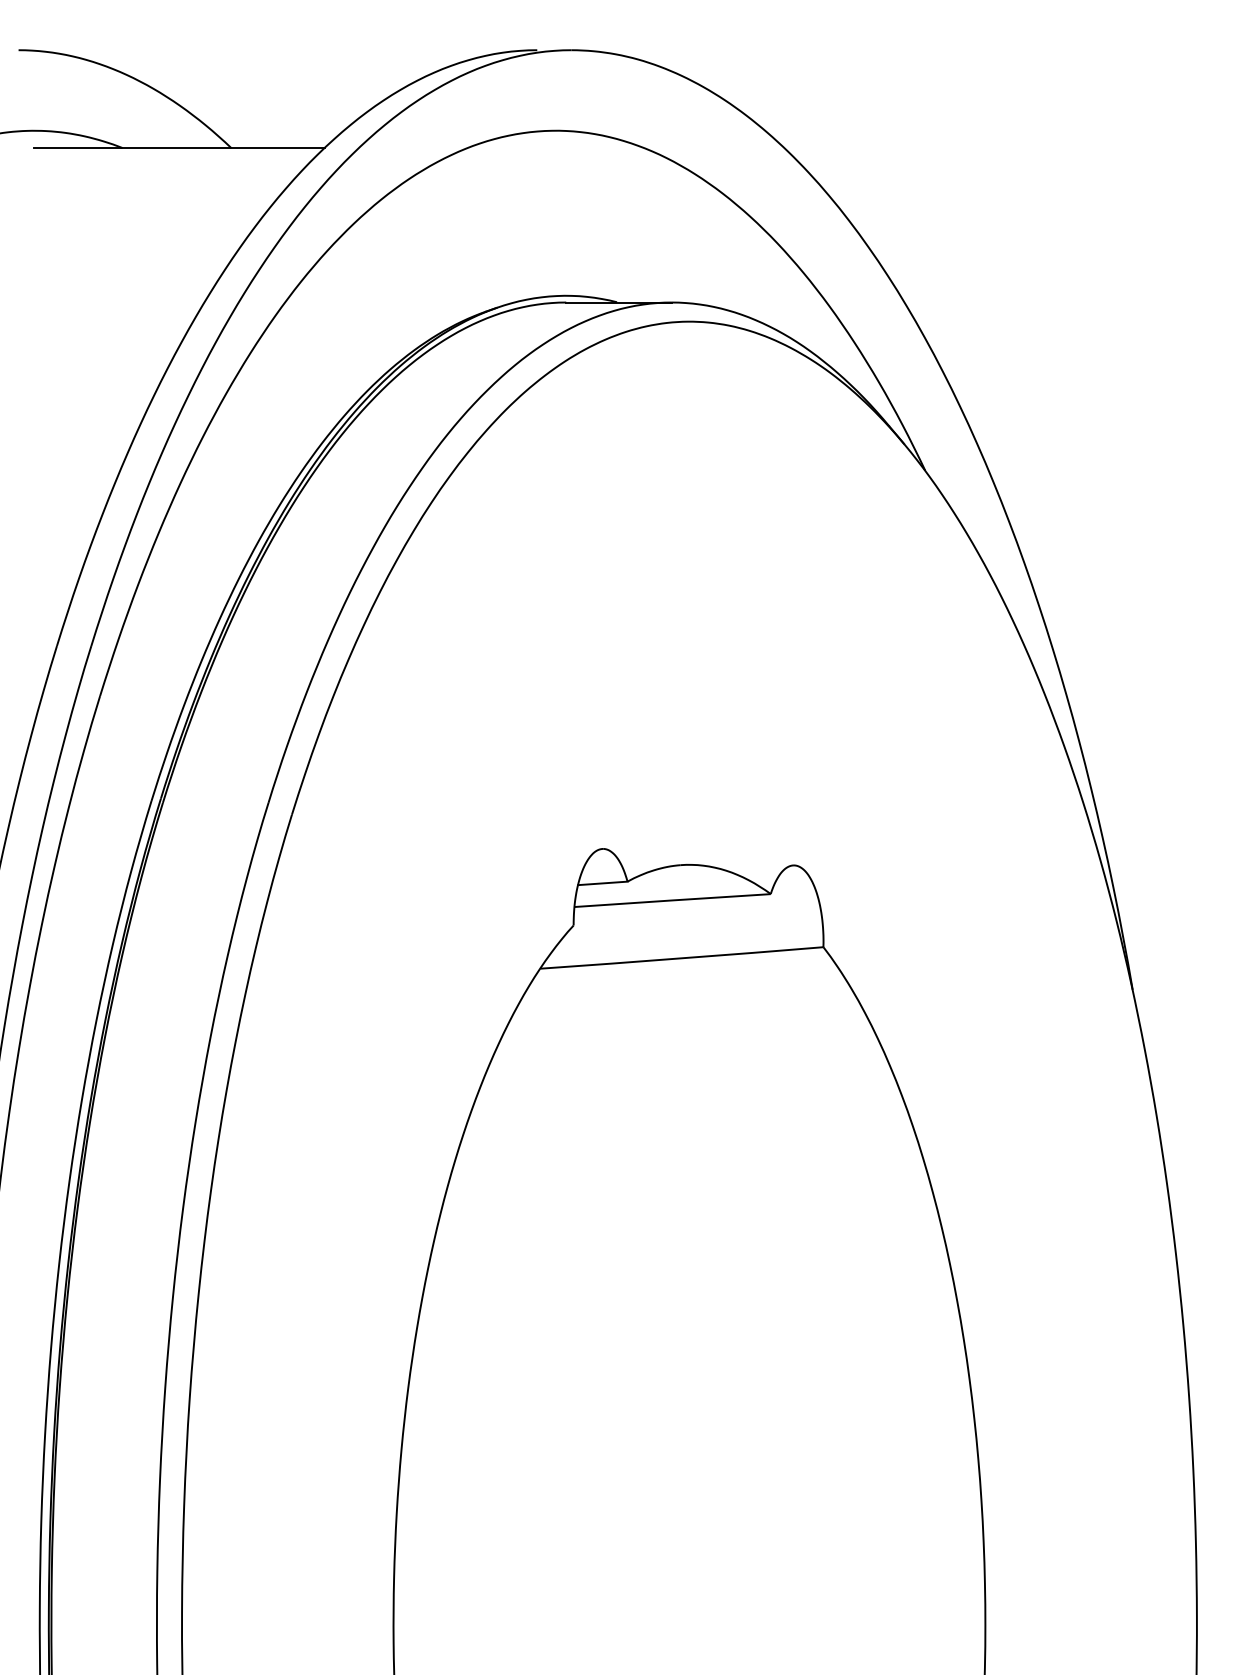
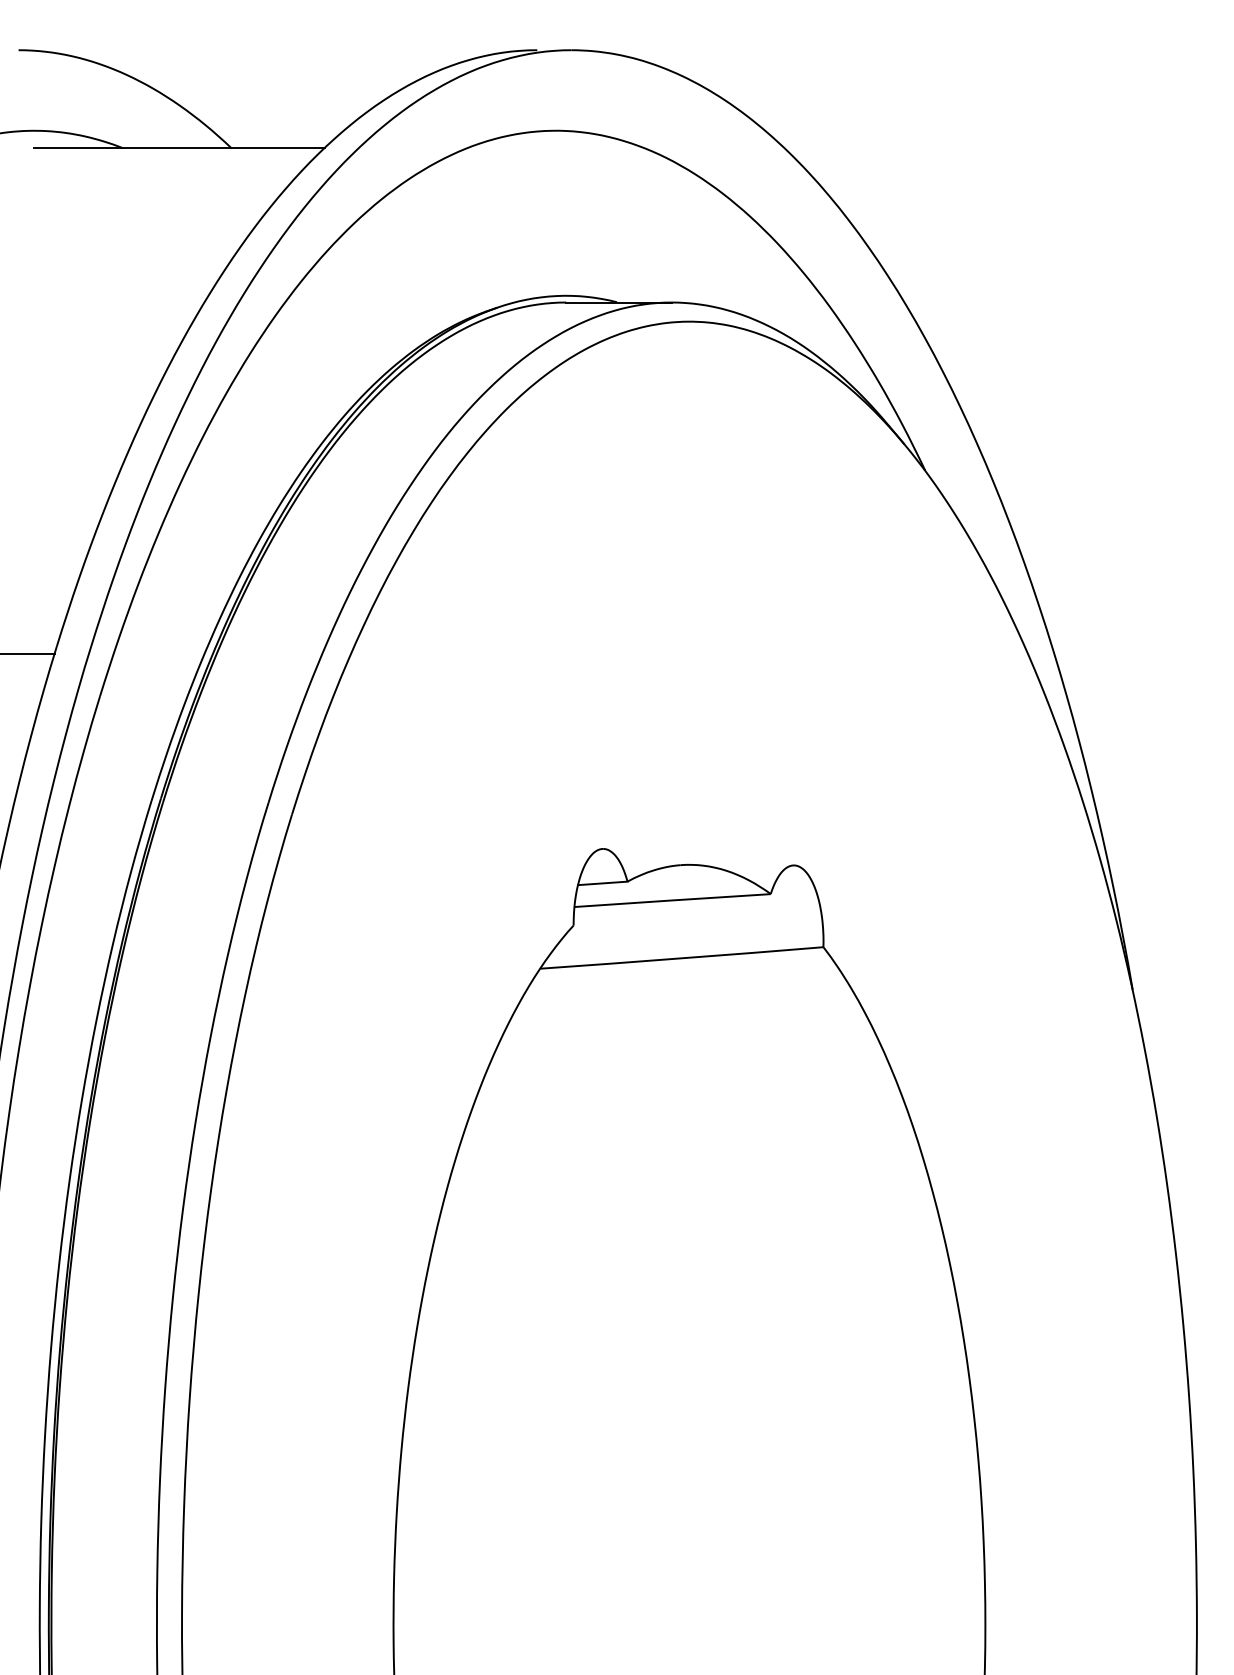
line at (28, 653): none -> present
